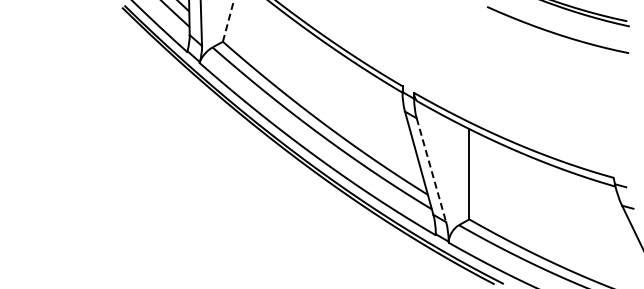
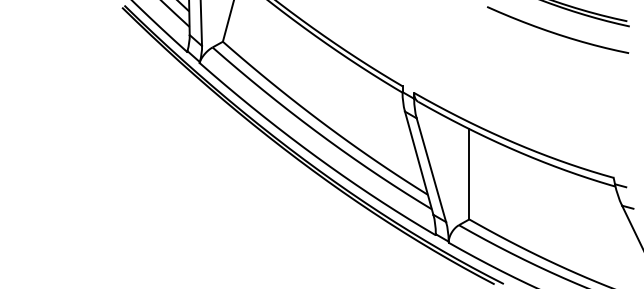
line at (228, 20): dashed -> solid
line at (431, 170): dashed -> solid
